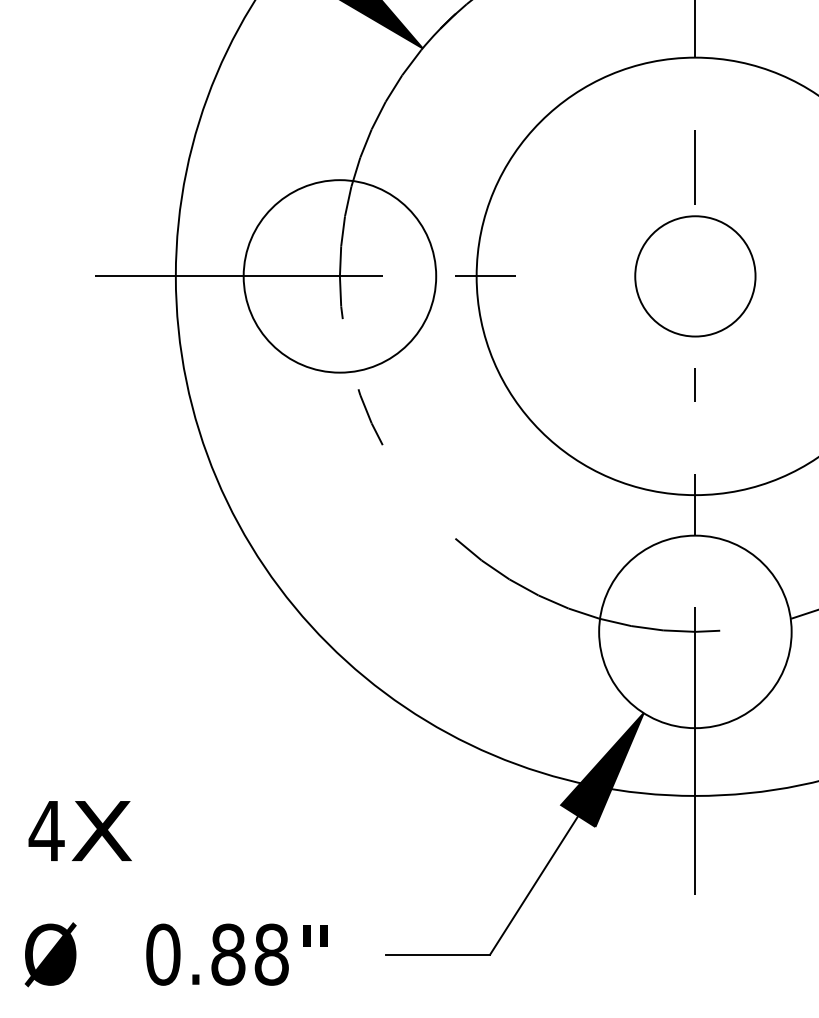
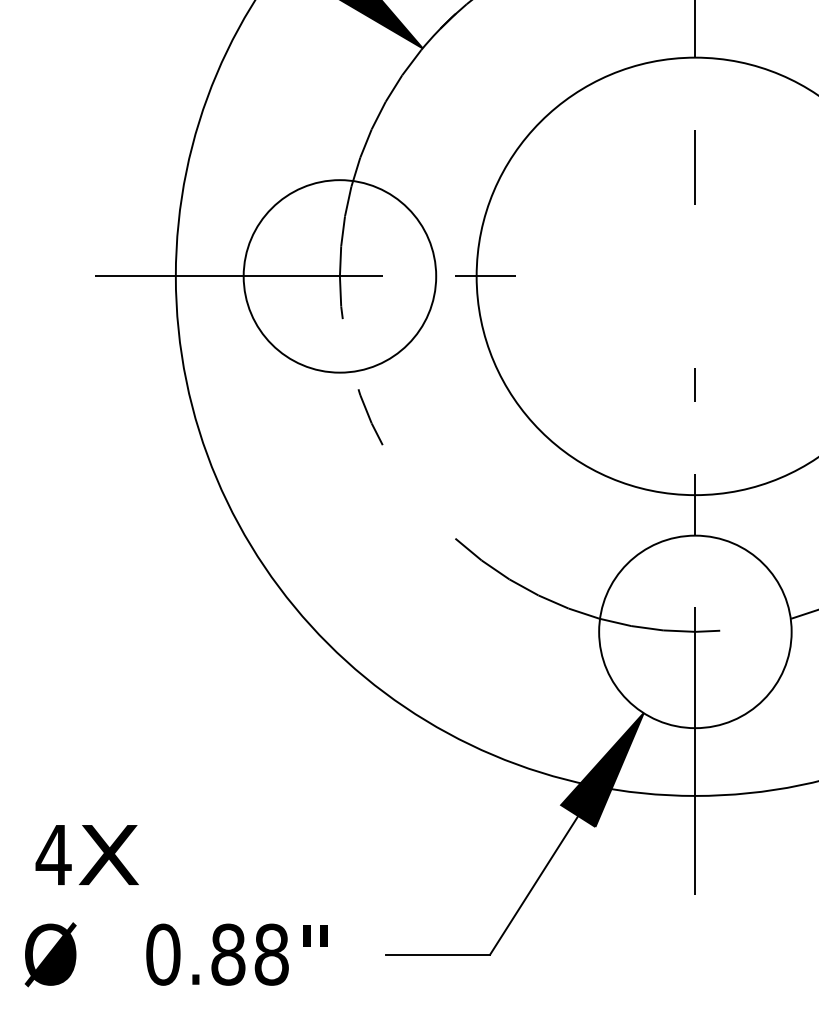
circle at (695, 276): present -> none
text at (79, 830) position: (79, 830) -> (86, 854)
